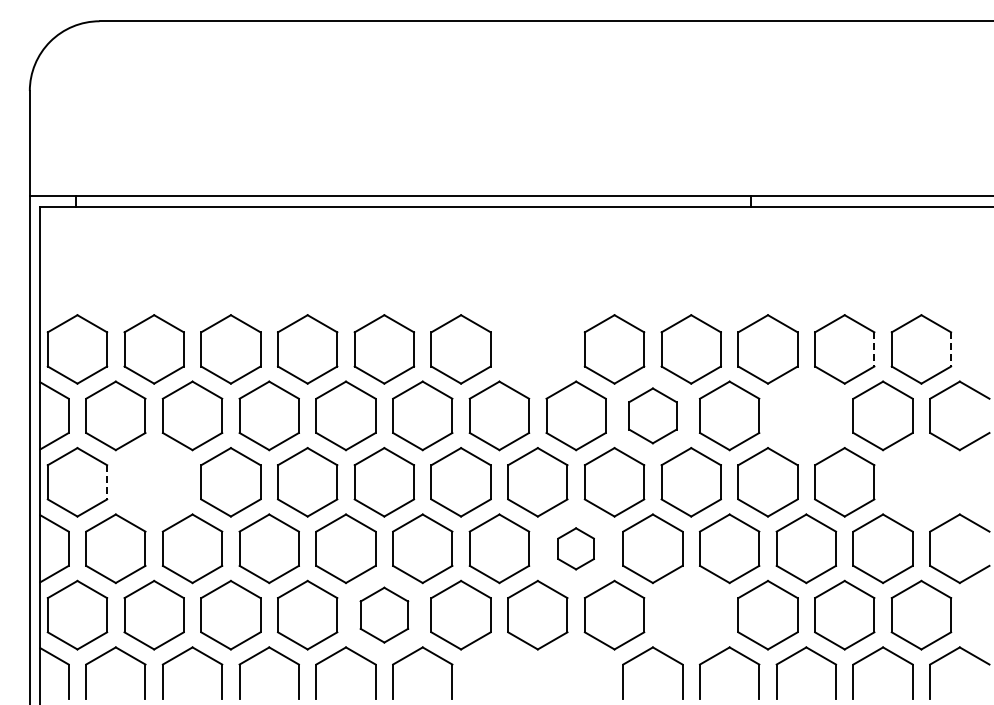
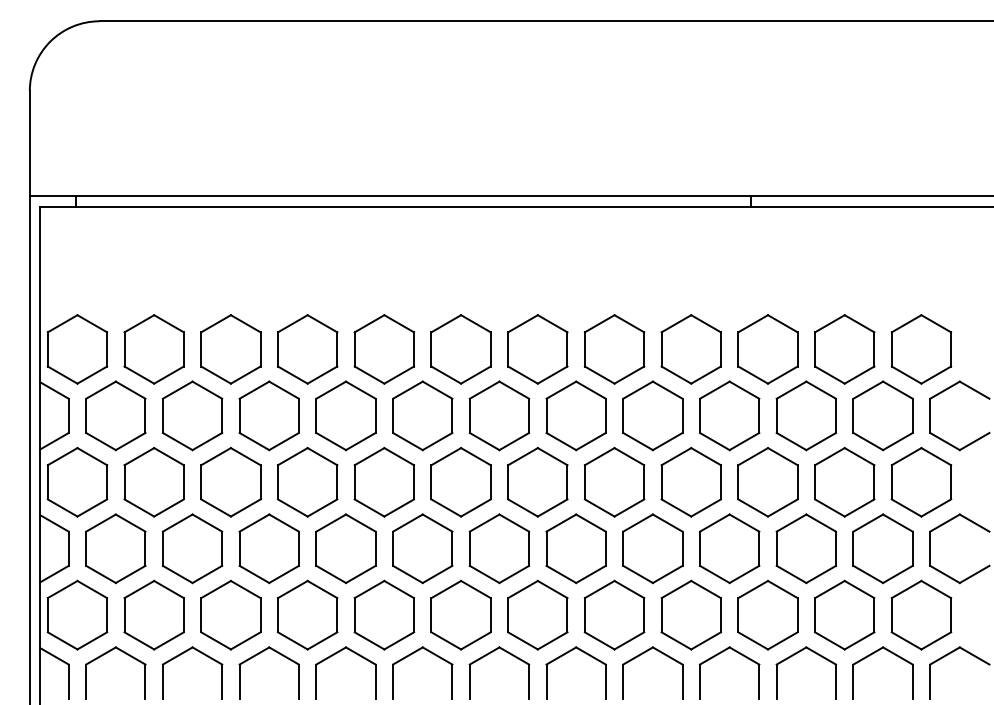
part at (537, 349): none -> present
line at (874, 349): dashed -> solid
line at (951, 349): dashed -> solid
part at (652, 415) size: 50x58 px -> 62x72 px
part at (806, 415): none -> present
line at (107, 482): dashed -> solid
part at (153, 482): none -> present
part at (921, 482): none -> present
part at (575, 548) size: 38x44 px -> 62x72 px
part at (384, 614) size: 51x58 px -> 63x72 px
part at (690, 614): none -> present
part at (489, 654): none -> present
part at (566, 654): none -> present
